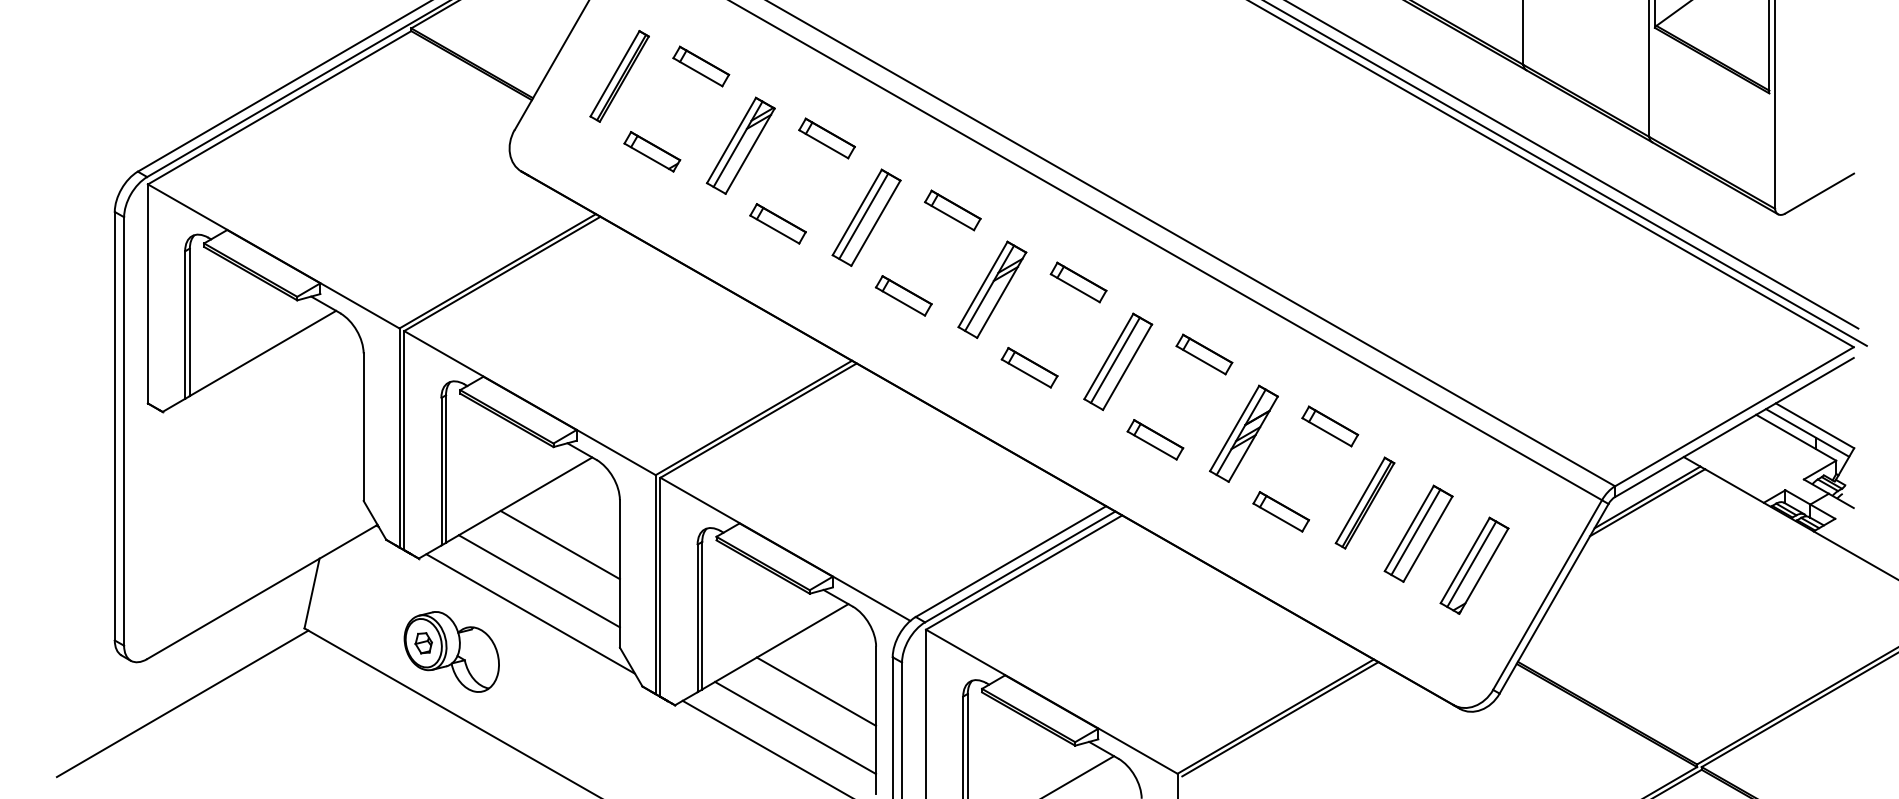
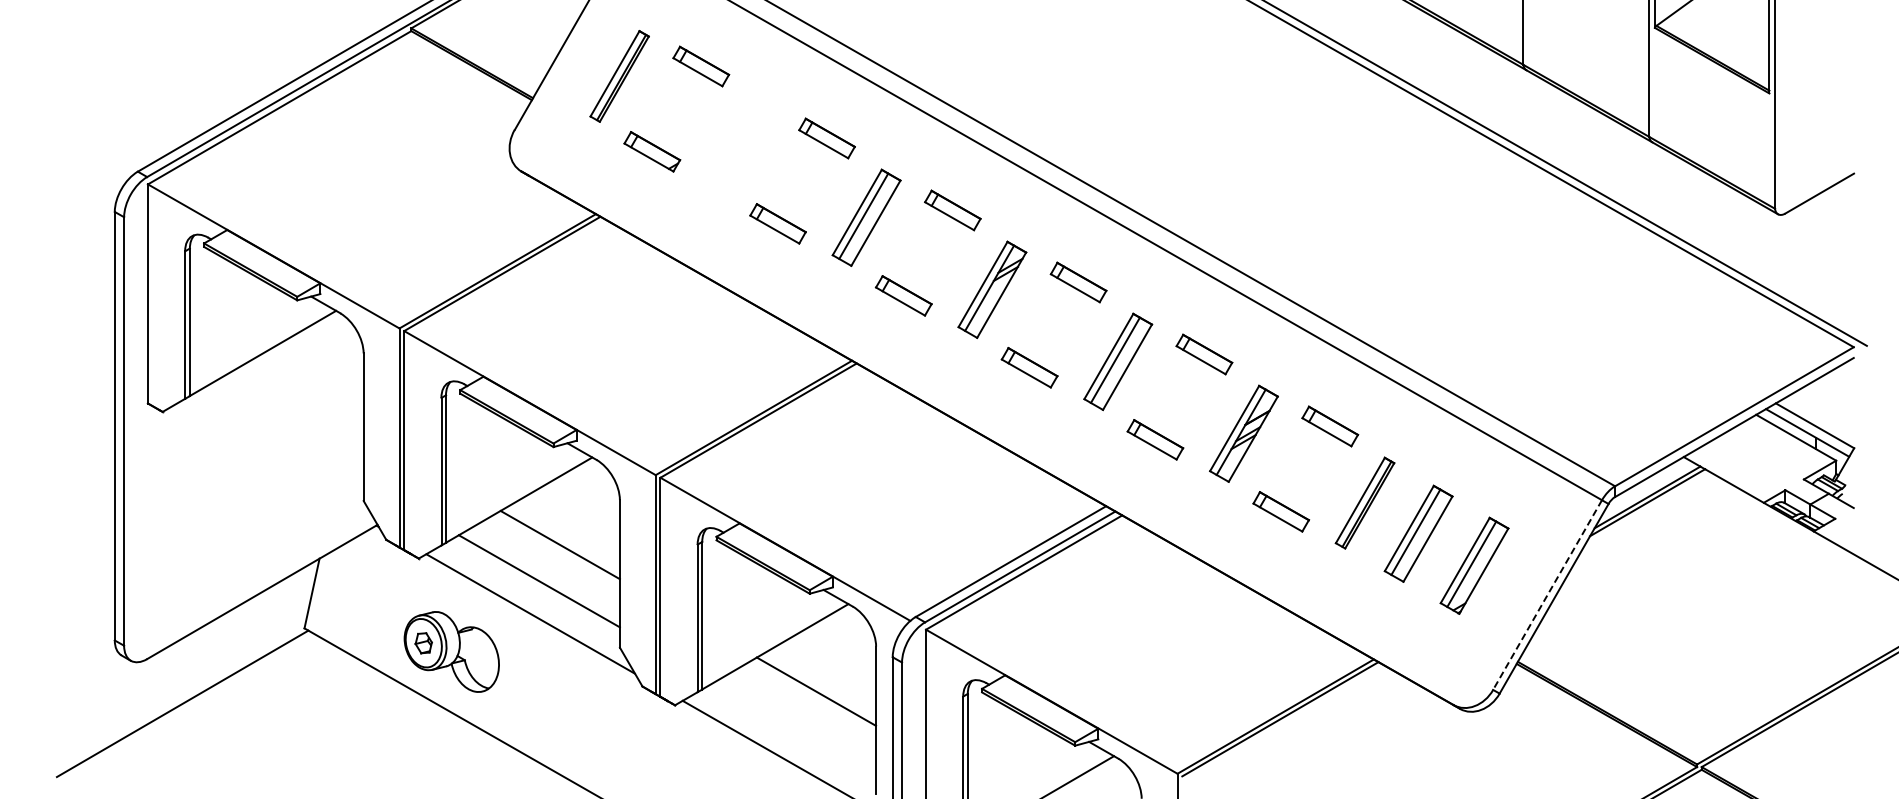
part at (740, 145): present -> none
line at (1573, 165): present -> none
line at (1547, 595): solid -> dashed
line at (795, 727): present -> none
